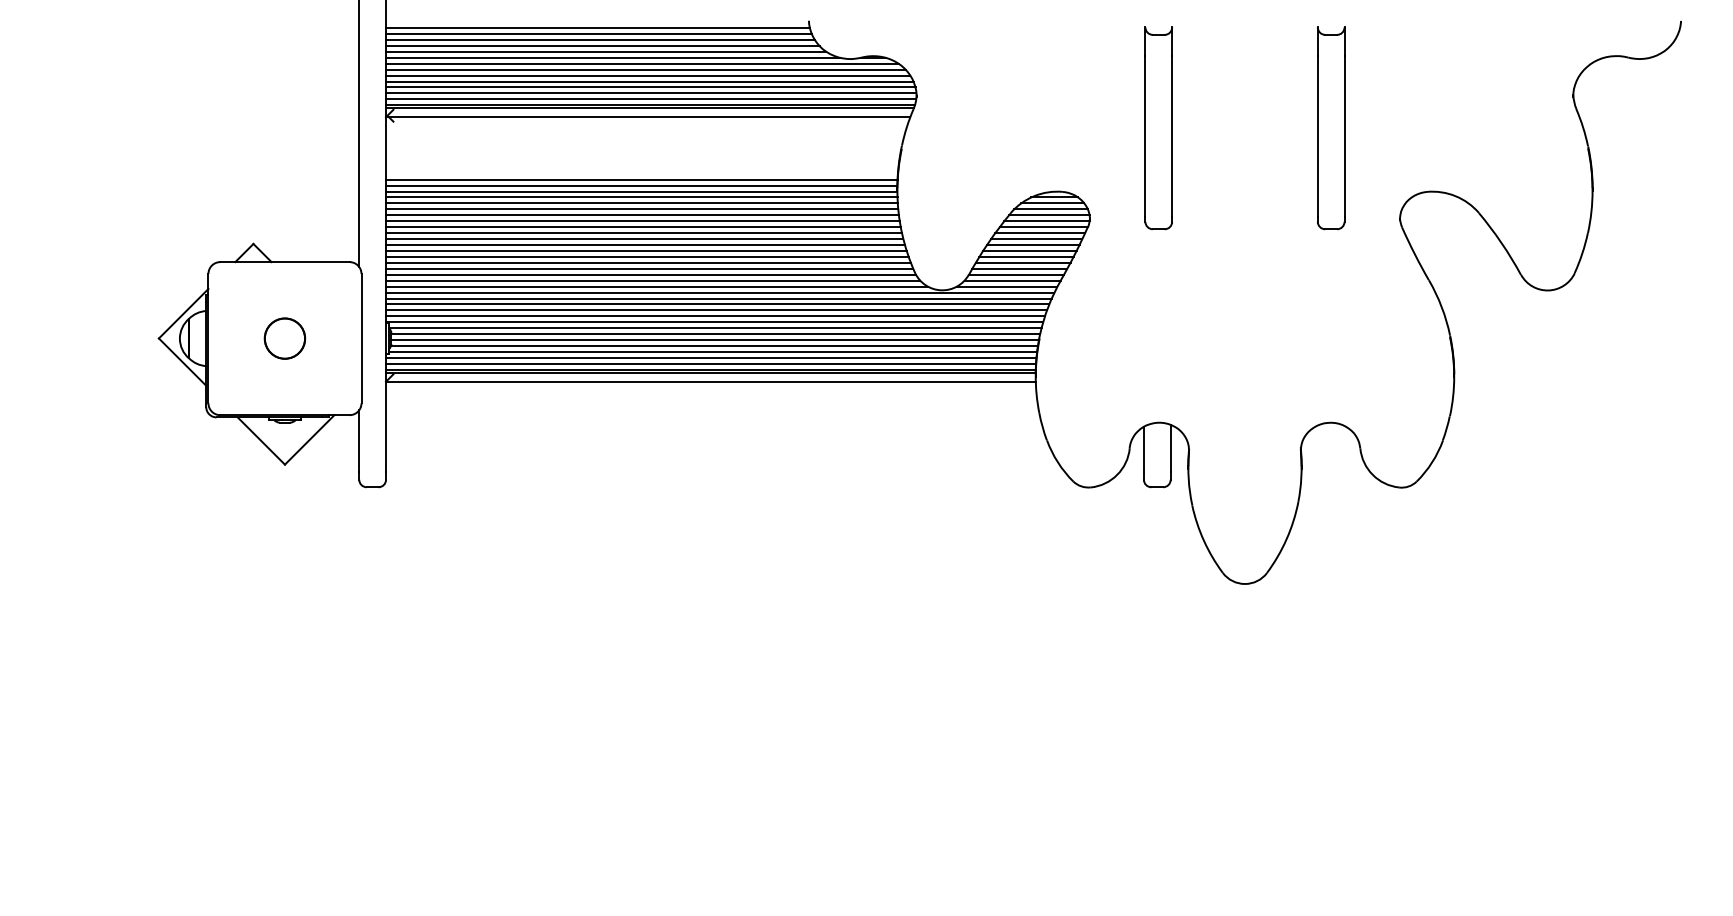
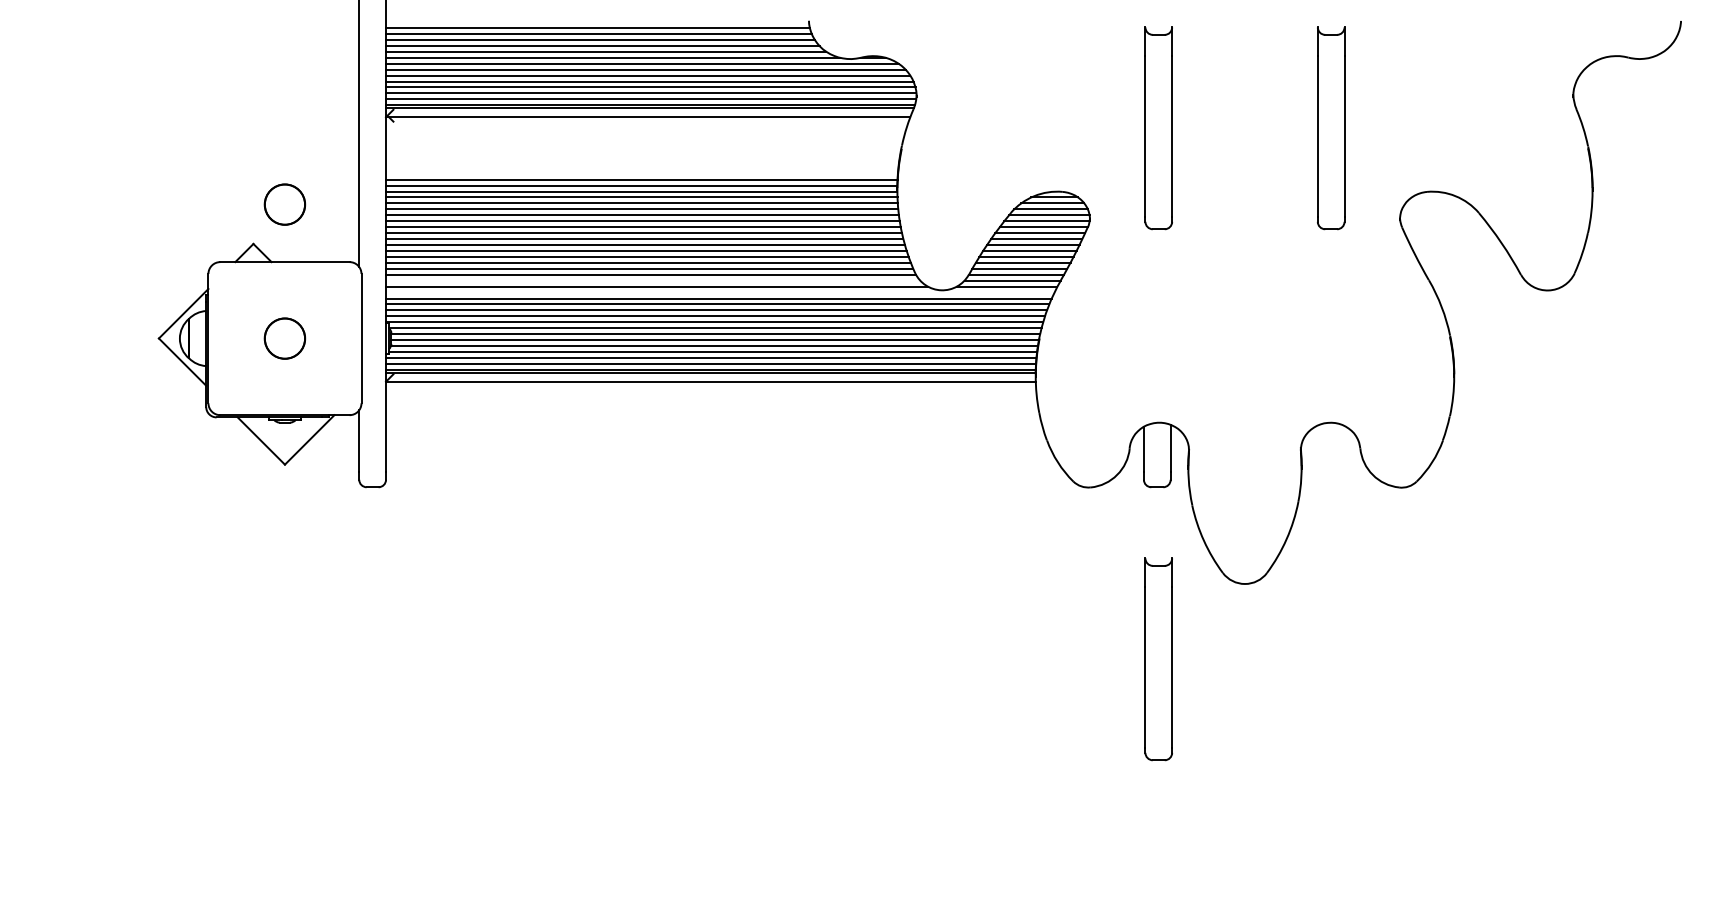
part at (284, 204): none -> present
line at (653, 280): present -> none
line at (720, 292): present -> none
part at (1158, 659): none -> present
